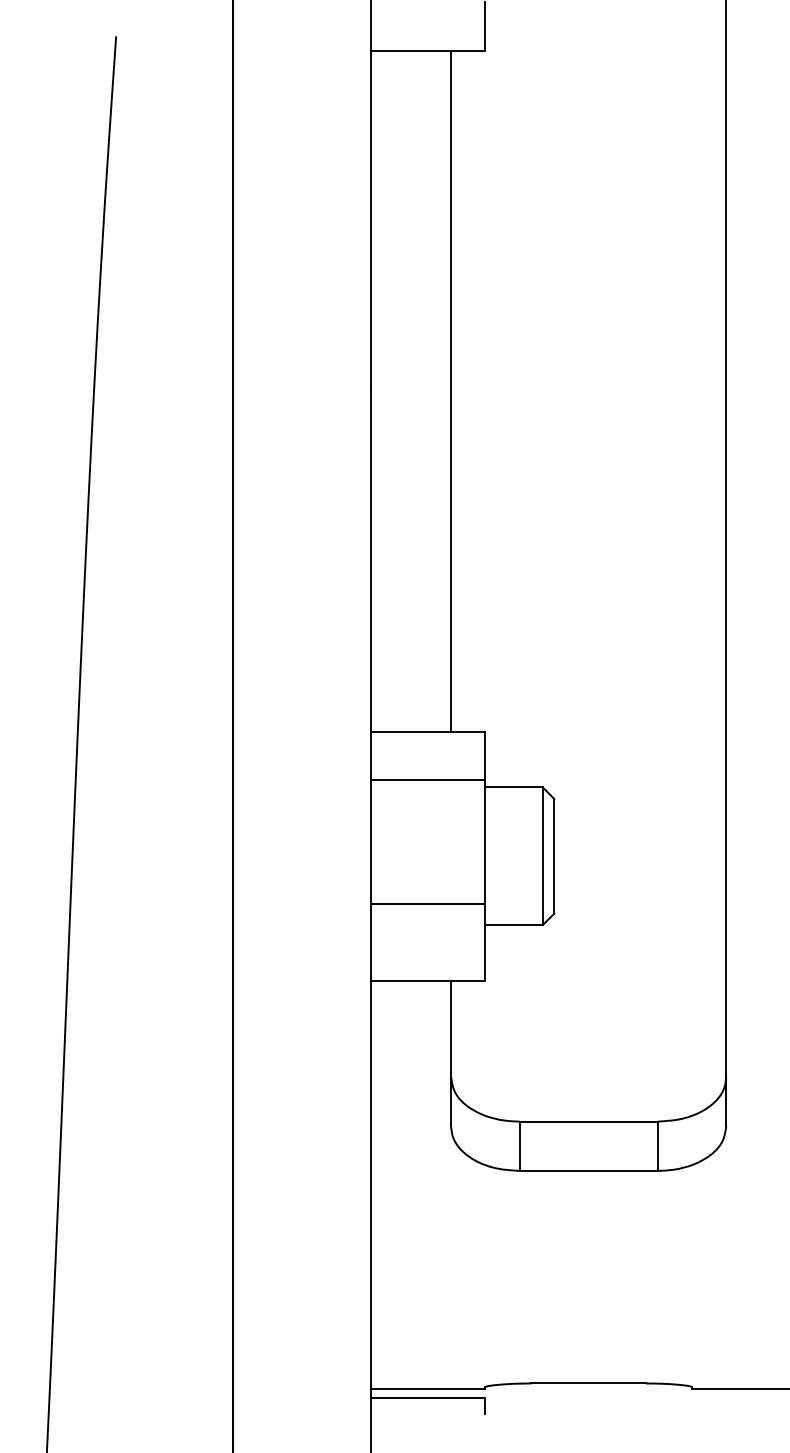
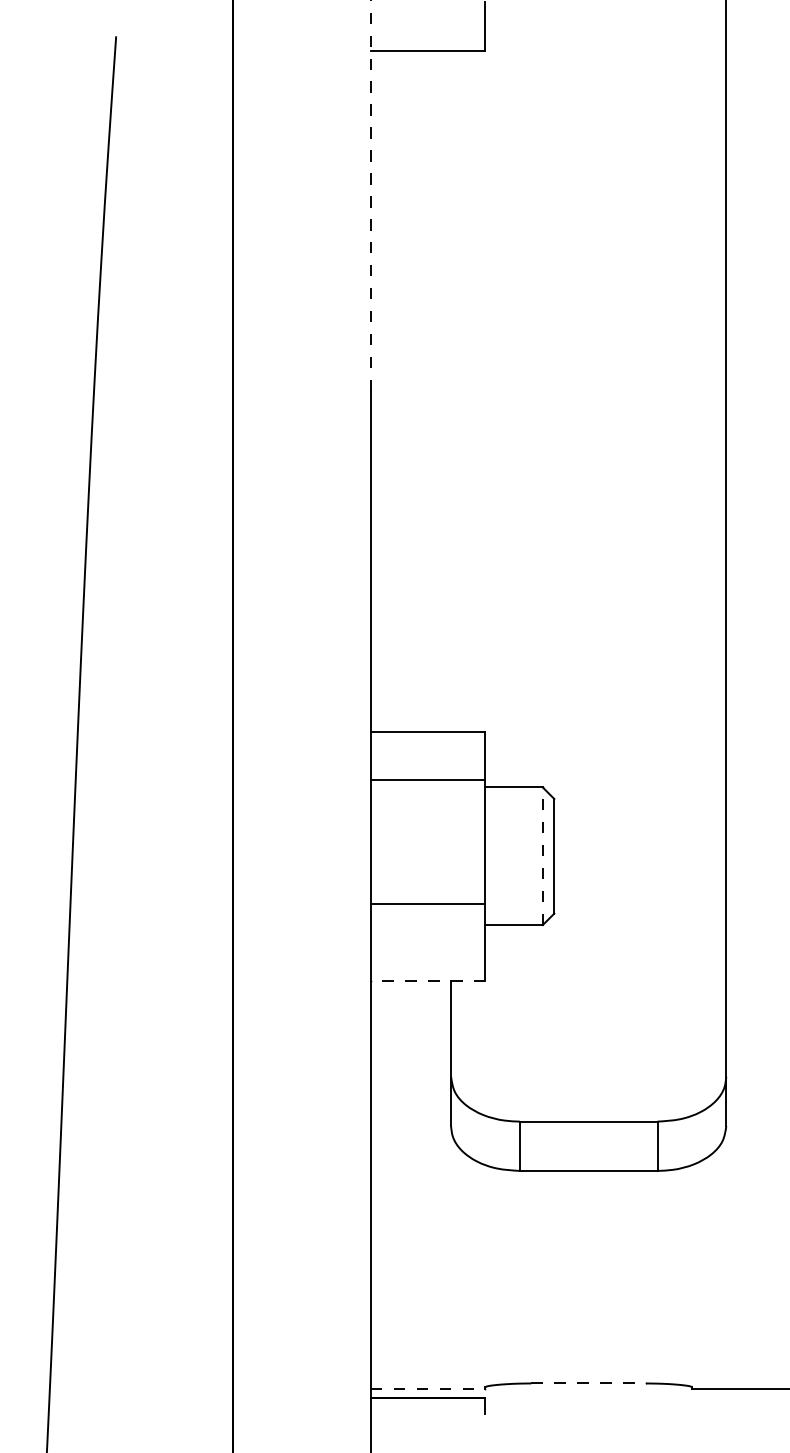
line at (370, 195): solid -> dashed
line at (451, 390): present -> none
line at (542, 856): solid -> dashed
line at (427, 981): solid -> dashed
line at (589, 1383): solid -> dashed
line at (428, 1388): solid -> dashed
